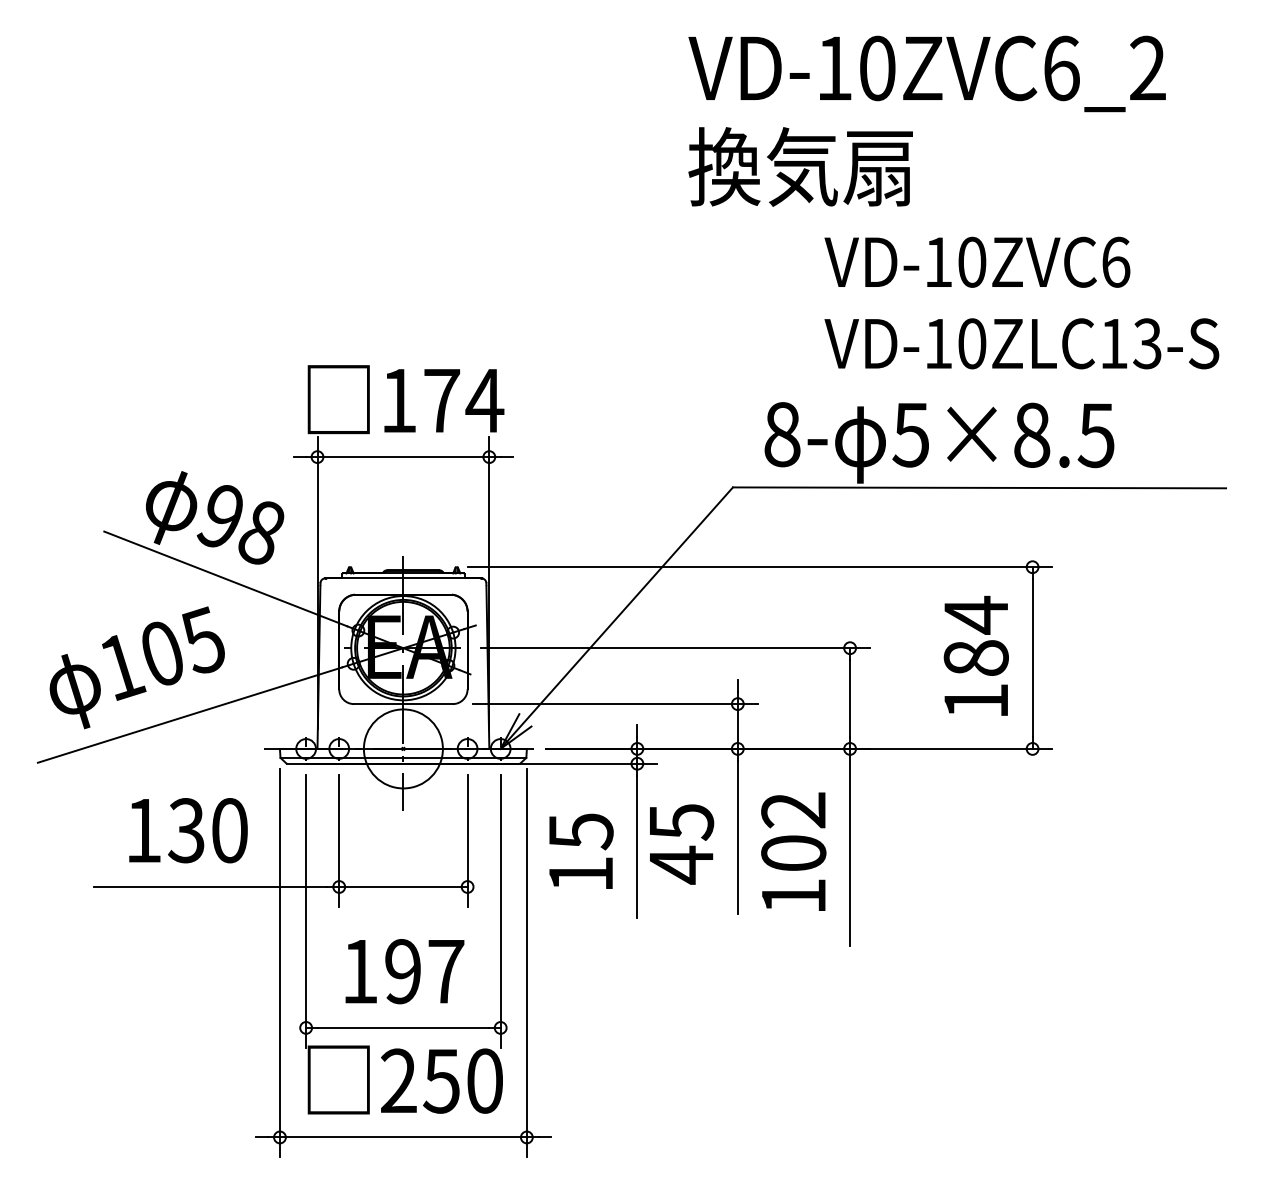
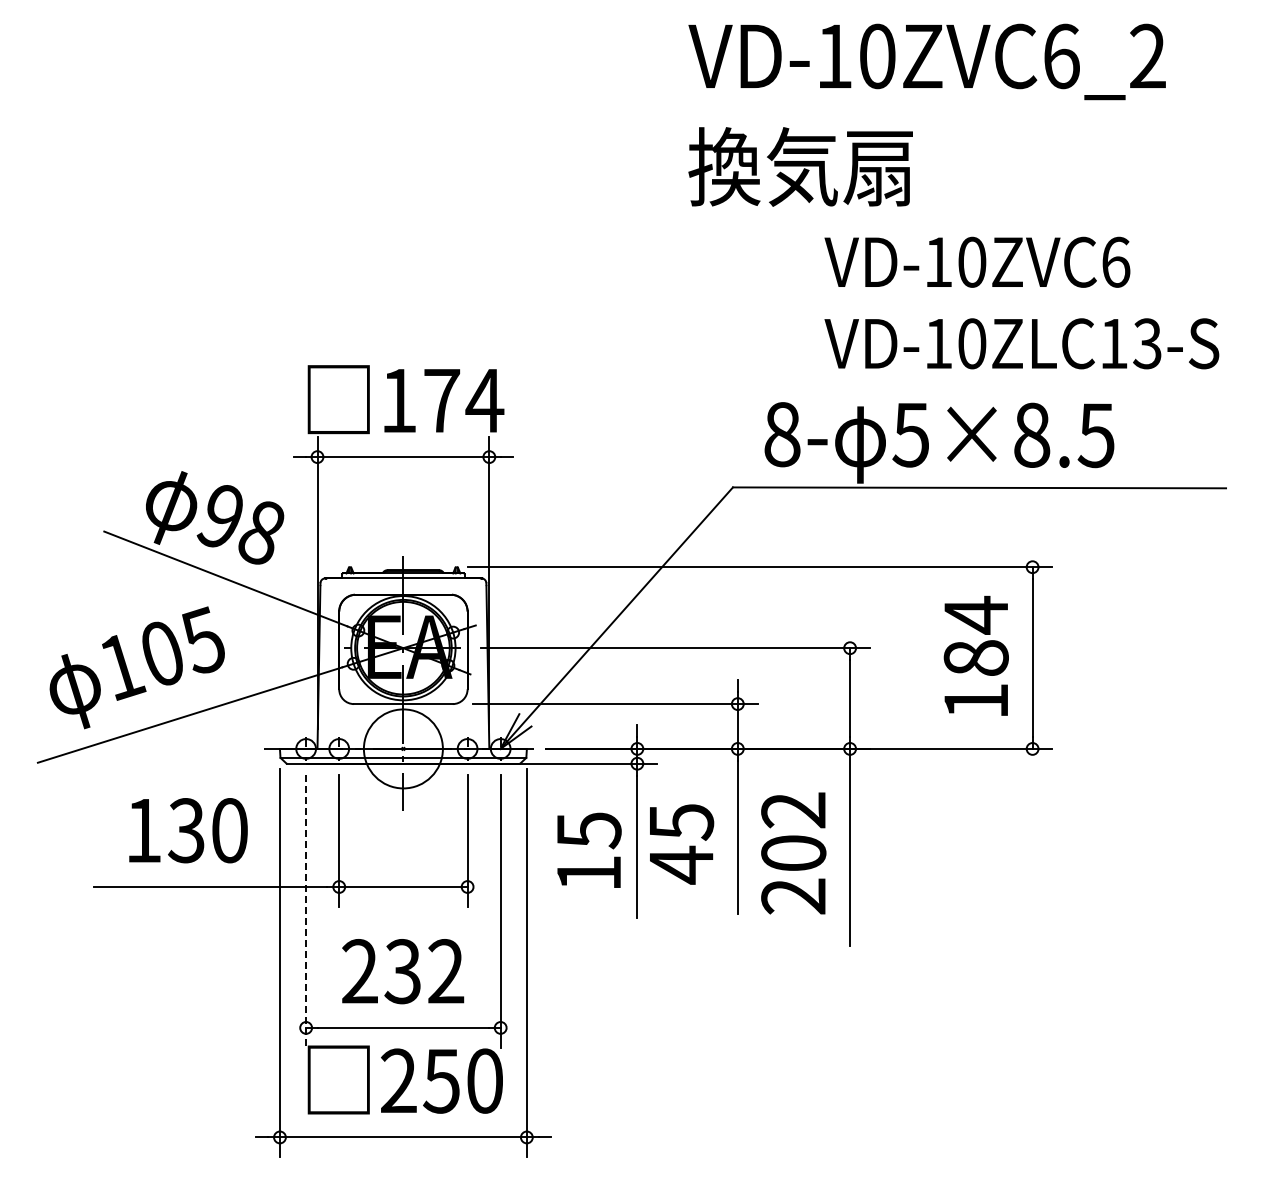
text at (926, 73) position: (926, 73) -> (926, 61)
text at (581, 850) position: (581, 850) -> (589, 849)
text at (793, 896): 102 -> 202
line at (306, 911): solid -> dashed
text at (403, 971): 197 -> 232
